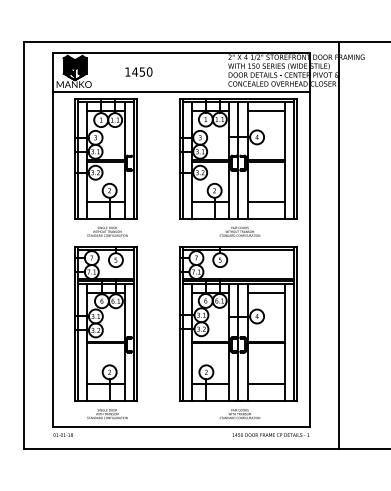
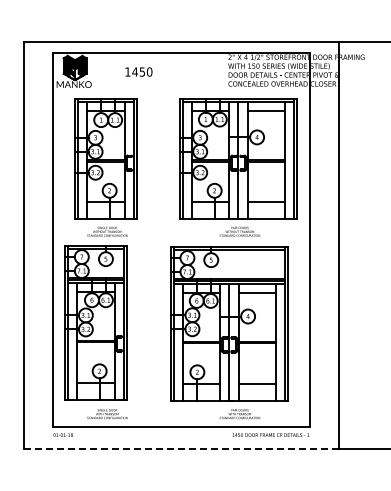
line at (181, 91): present -> none
part at (105, 323) position: (105, 323) -> (95, 322)
part at (238, 323) position: (238, 323) -> (229, 323)
line at (181, 448): solid -> dashed
